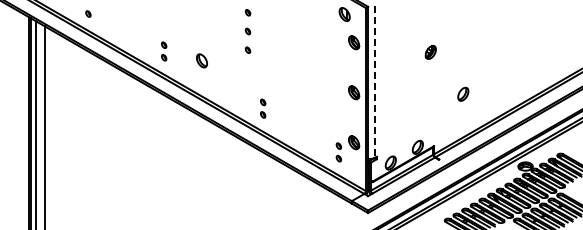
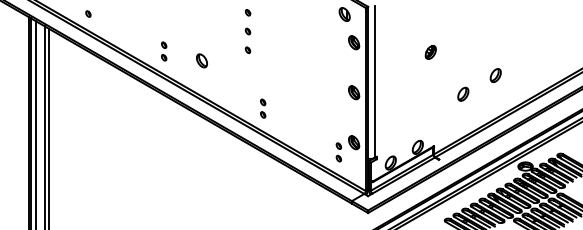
part at (495, 75): none -> present
line at (374, 82): dashed -> solid
line at (48, 127): none -> present
